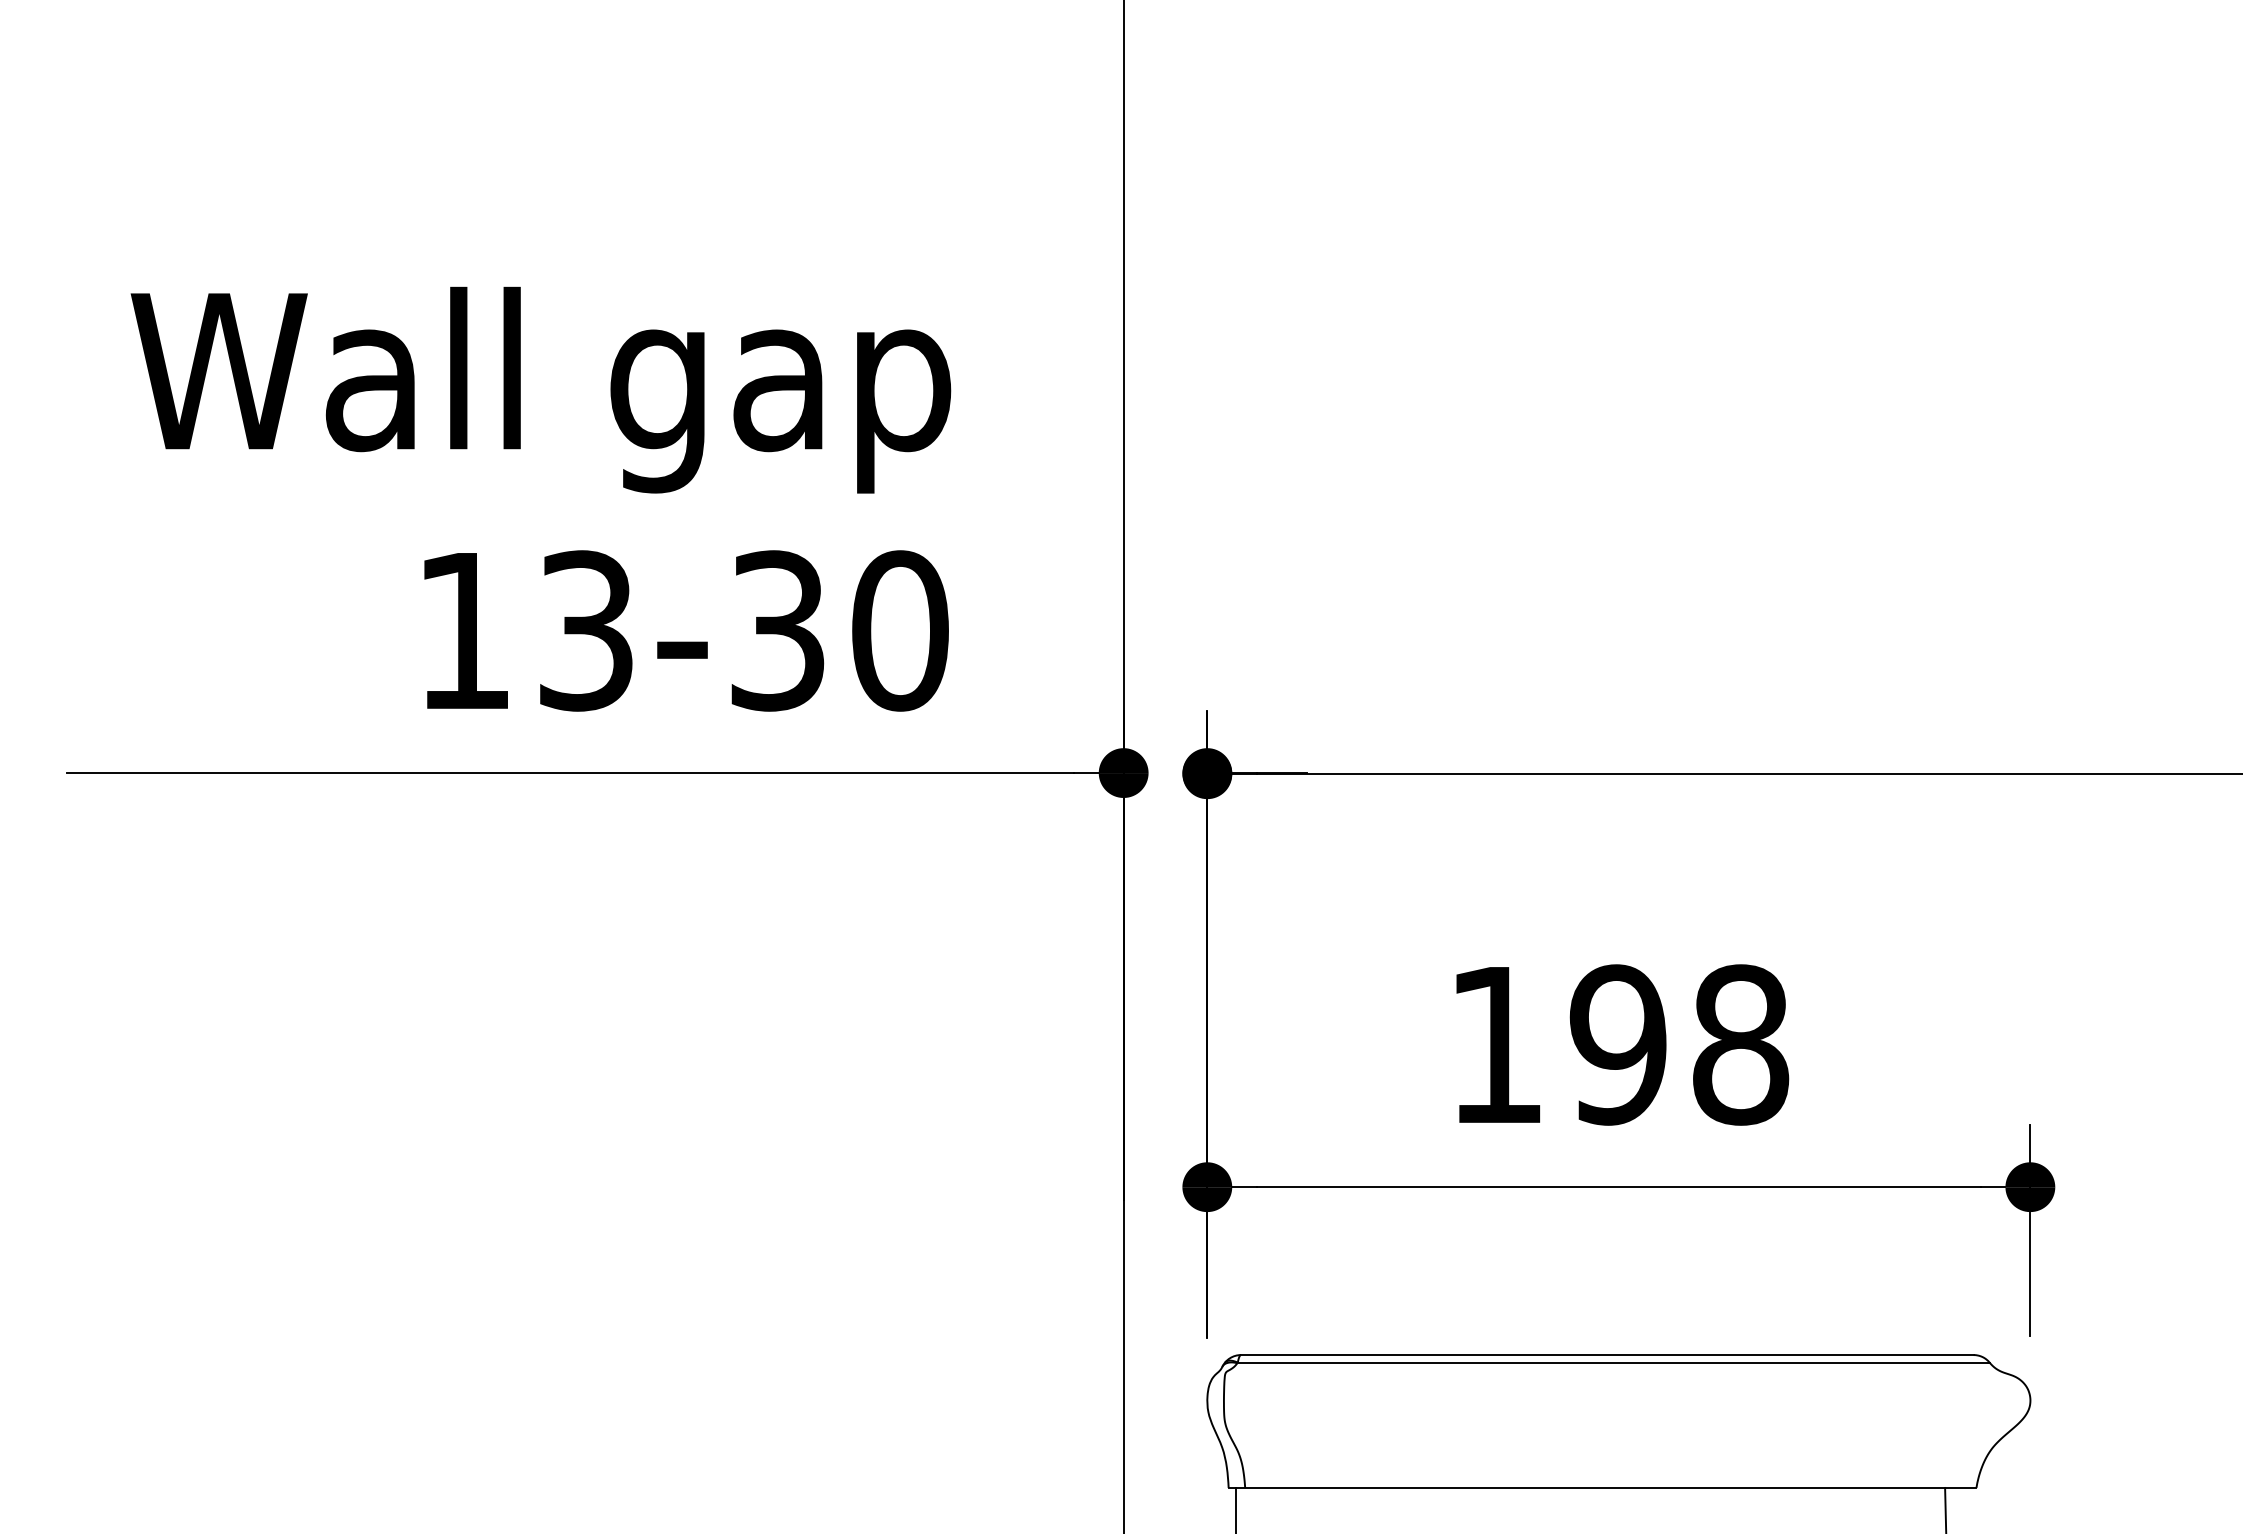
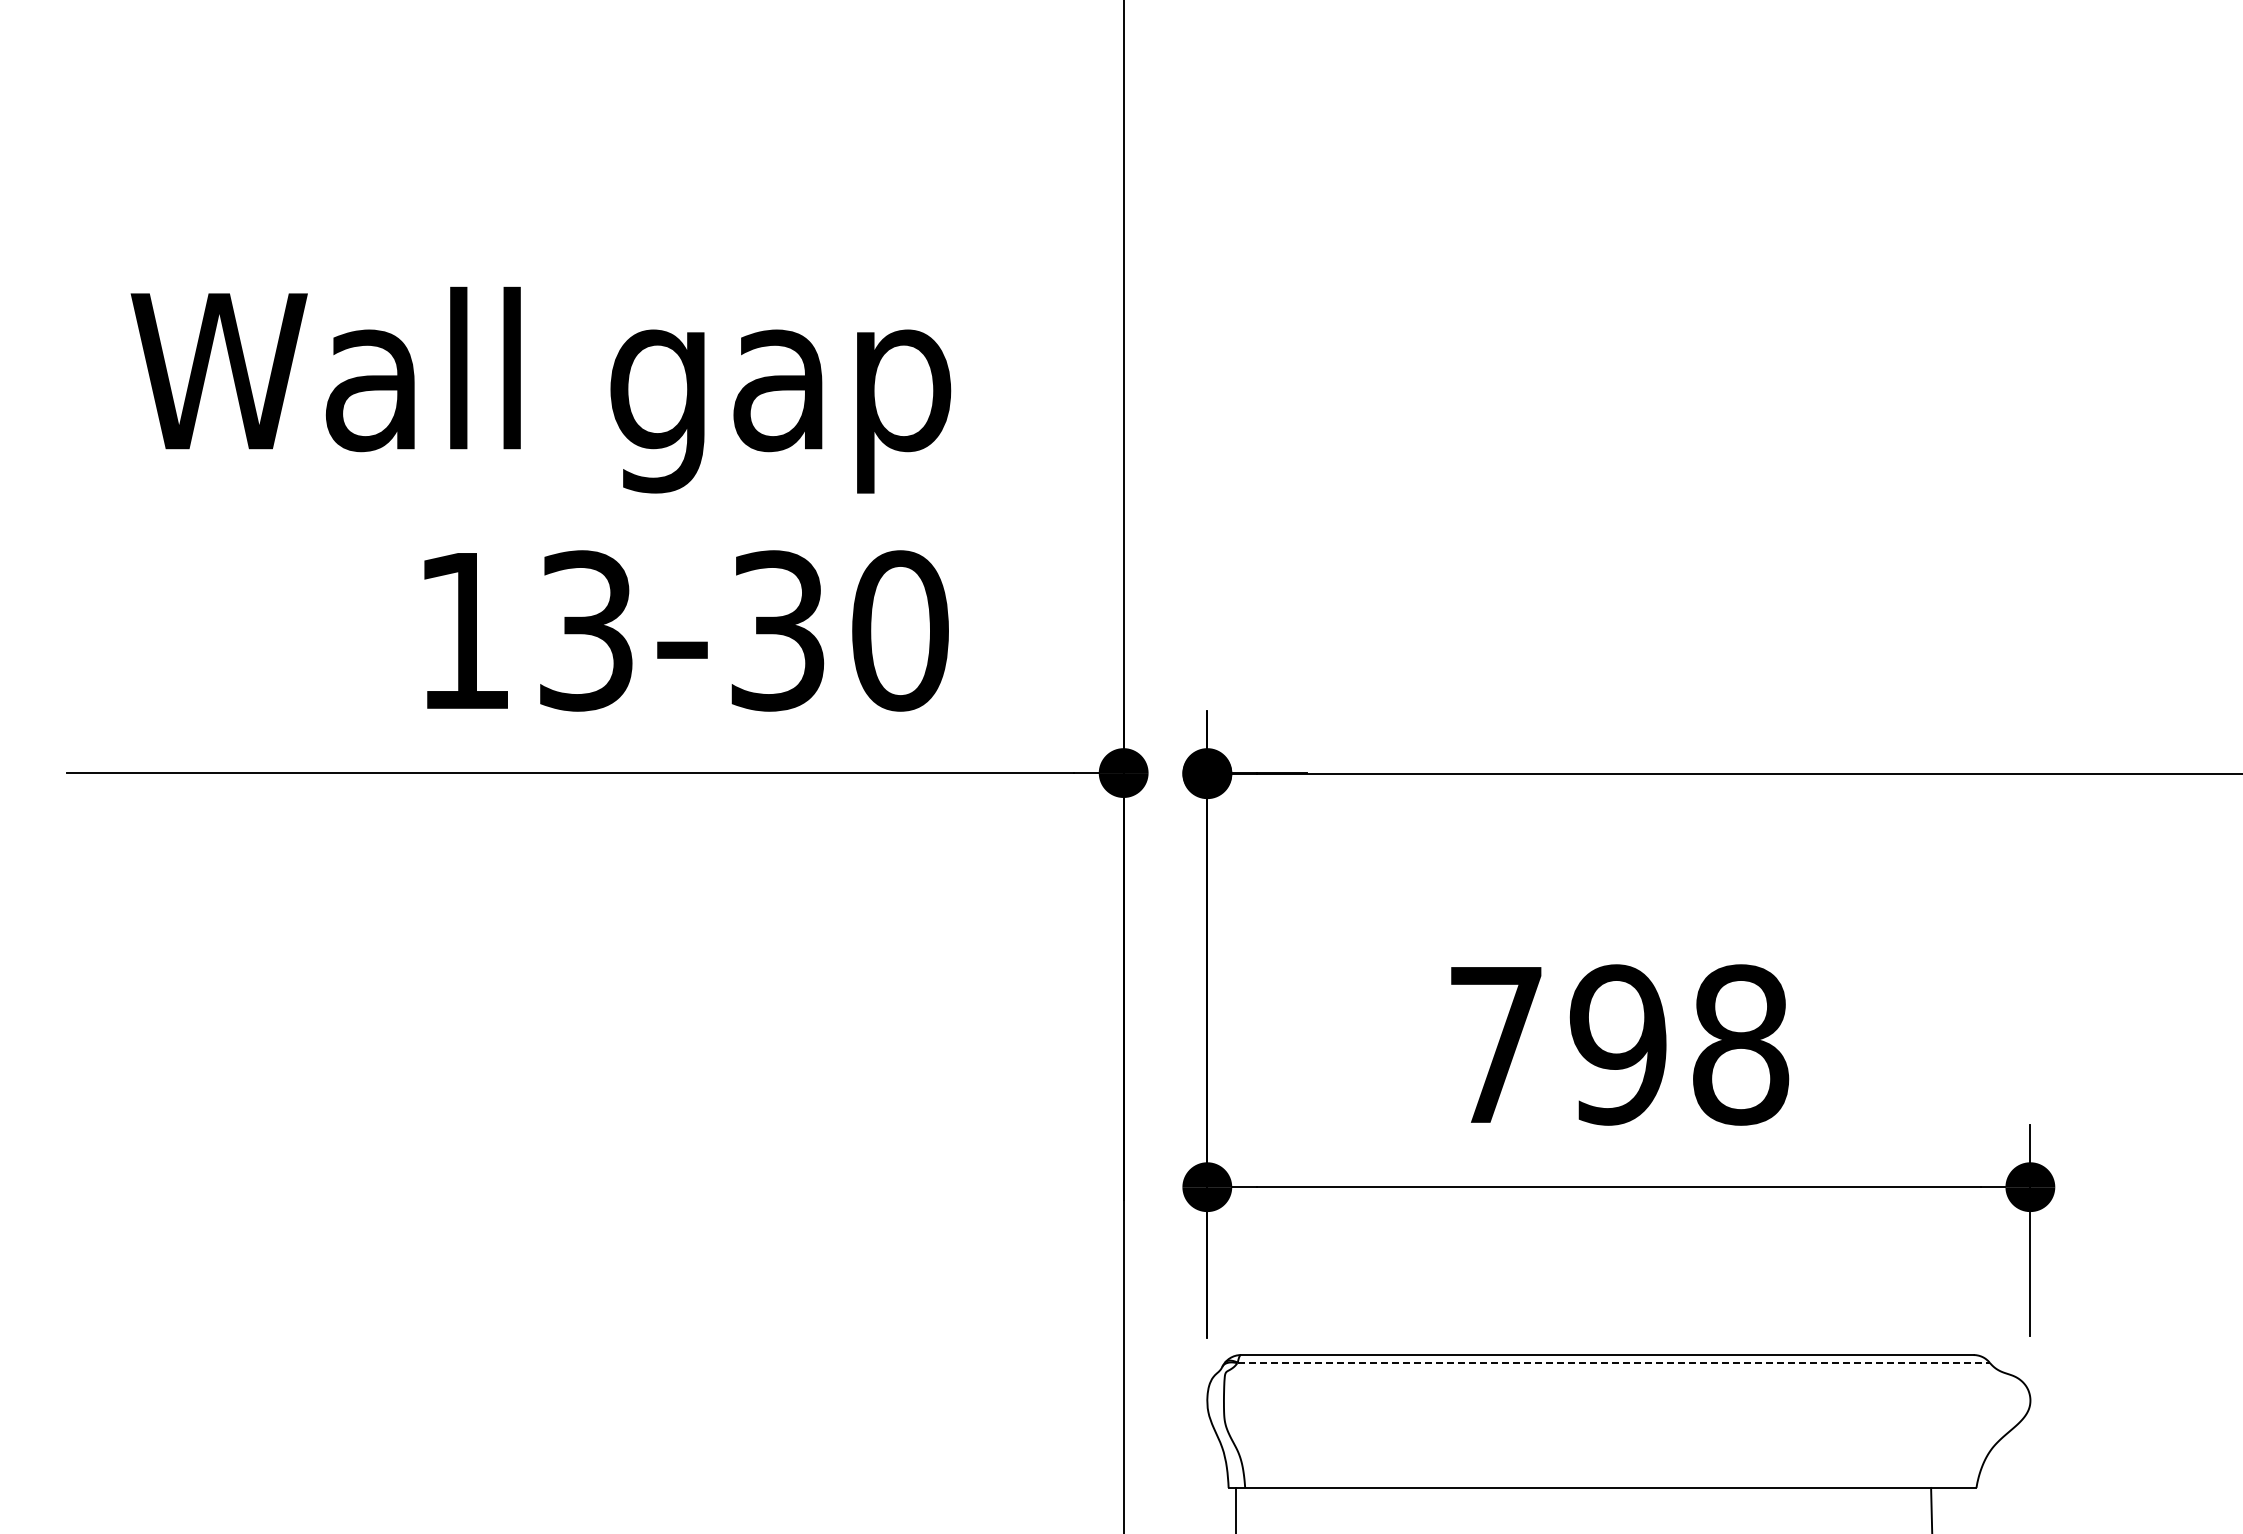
text at (1496, 1044): 198 -> 798
line at (1613, 1362): solid -> dashed
line at (1945, 1508) position: (1945, 1508) -> (1931, 1508)
